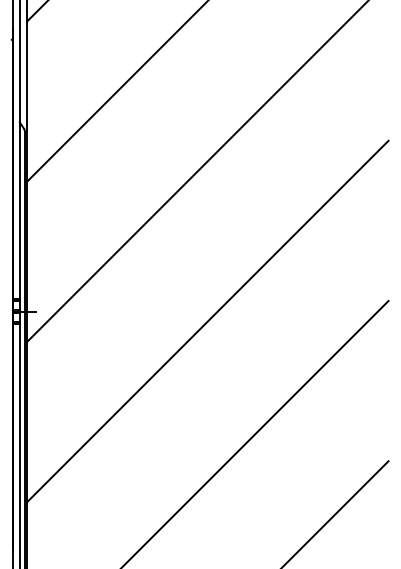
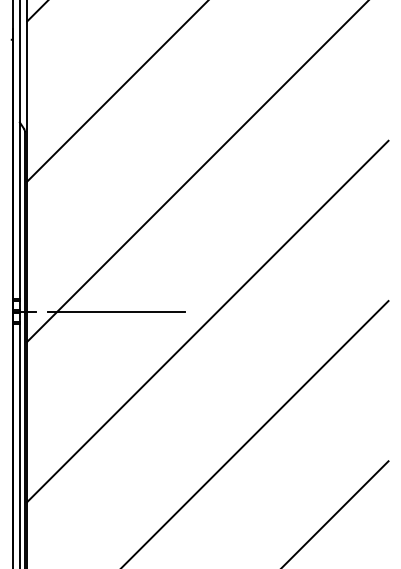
line at (116, 311): none -> present
